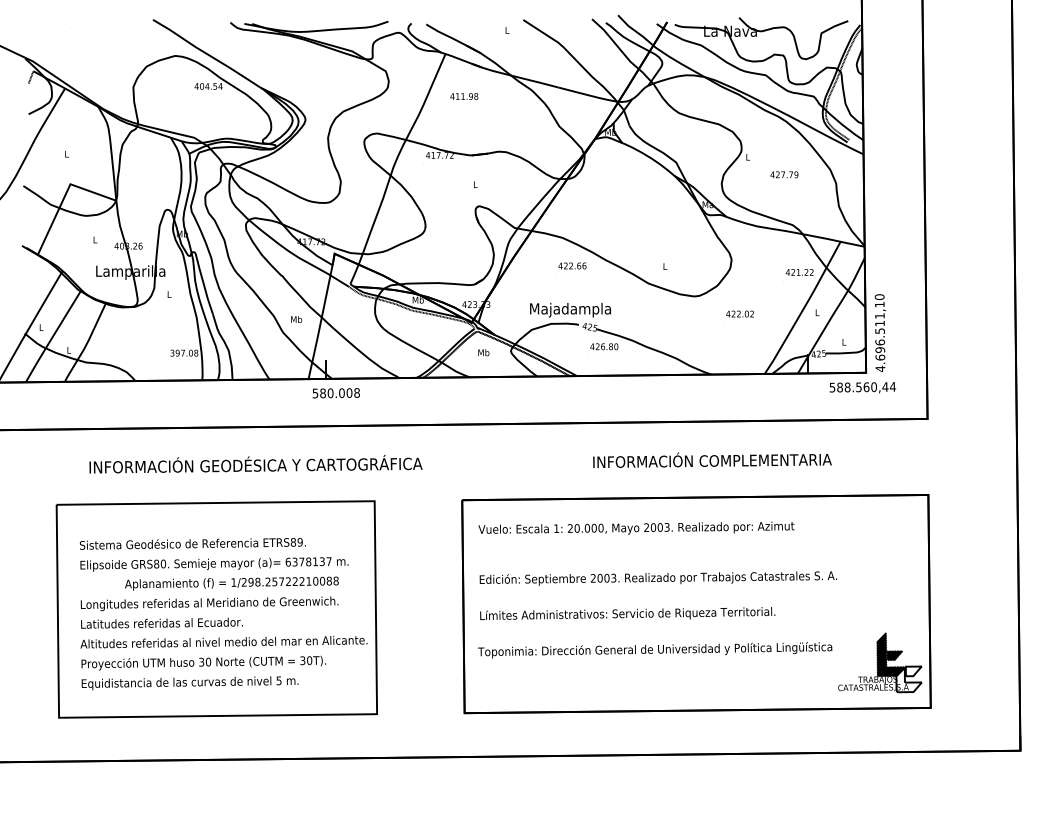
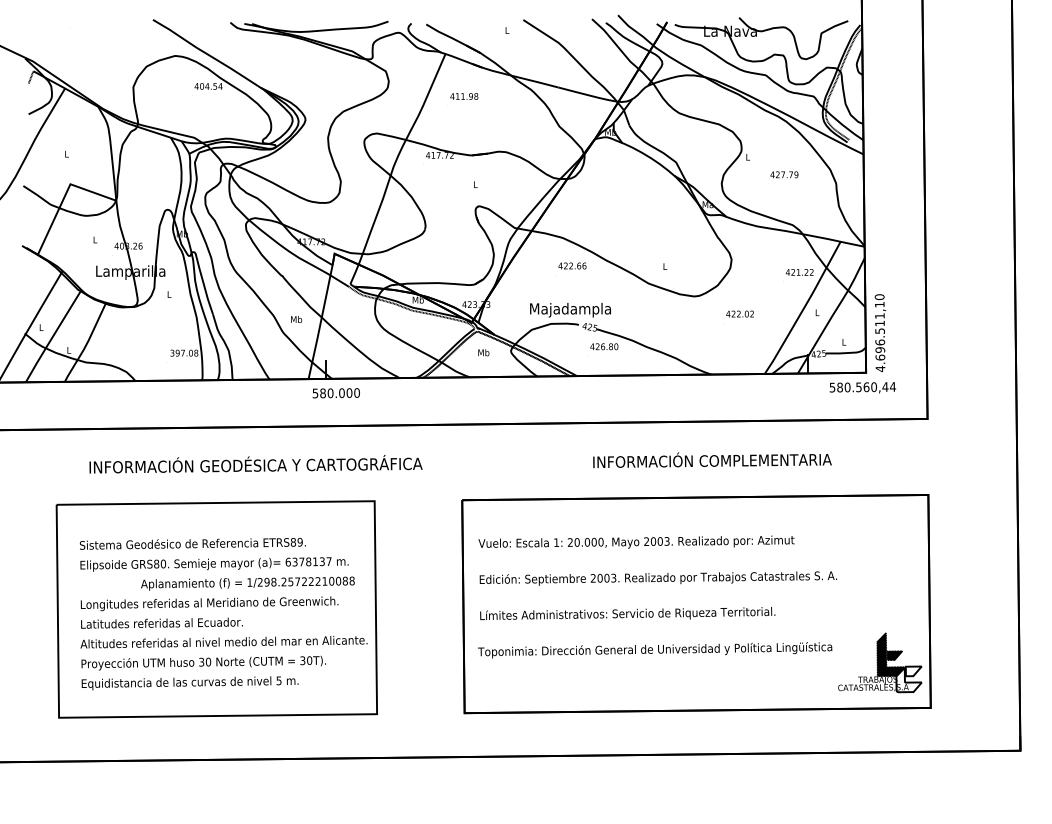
text at (847, 387): 588.560,44 -> 580.560,44
text at (356, 392): 580.008 -> 580.000
text at (636, 527) position: (636, 527) -> (636, 541)
text at (231, 583) position: (231, 583) -> (247, 583)
